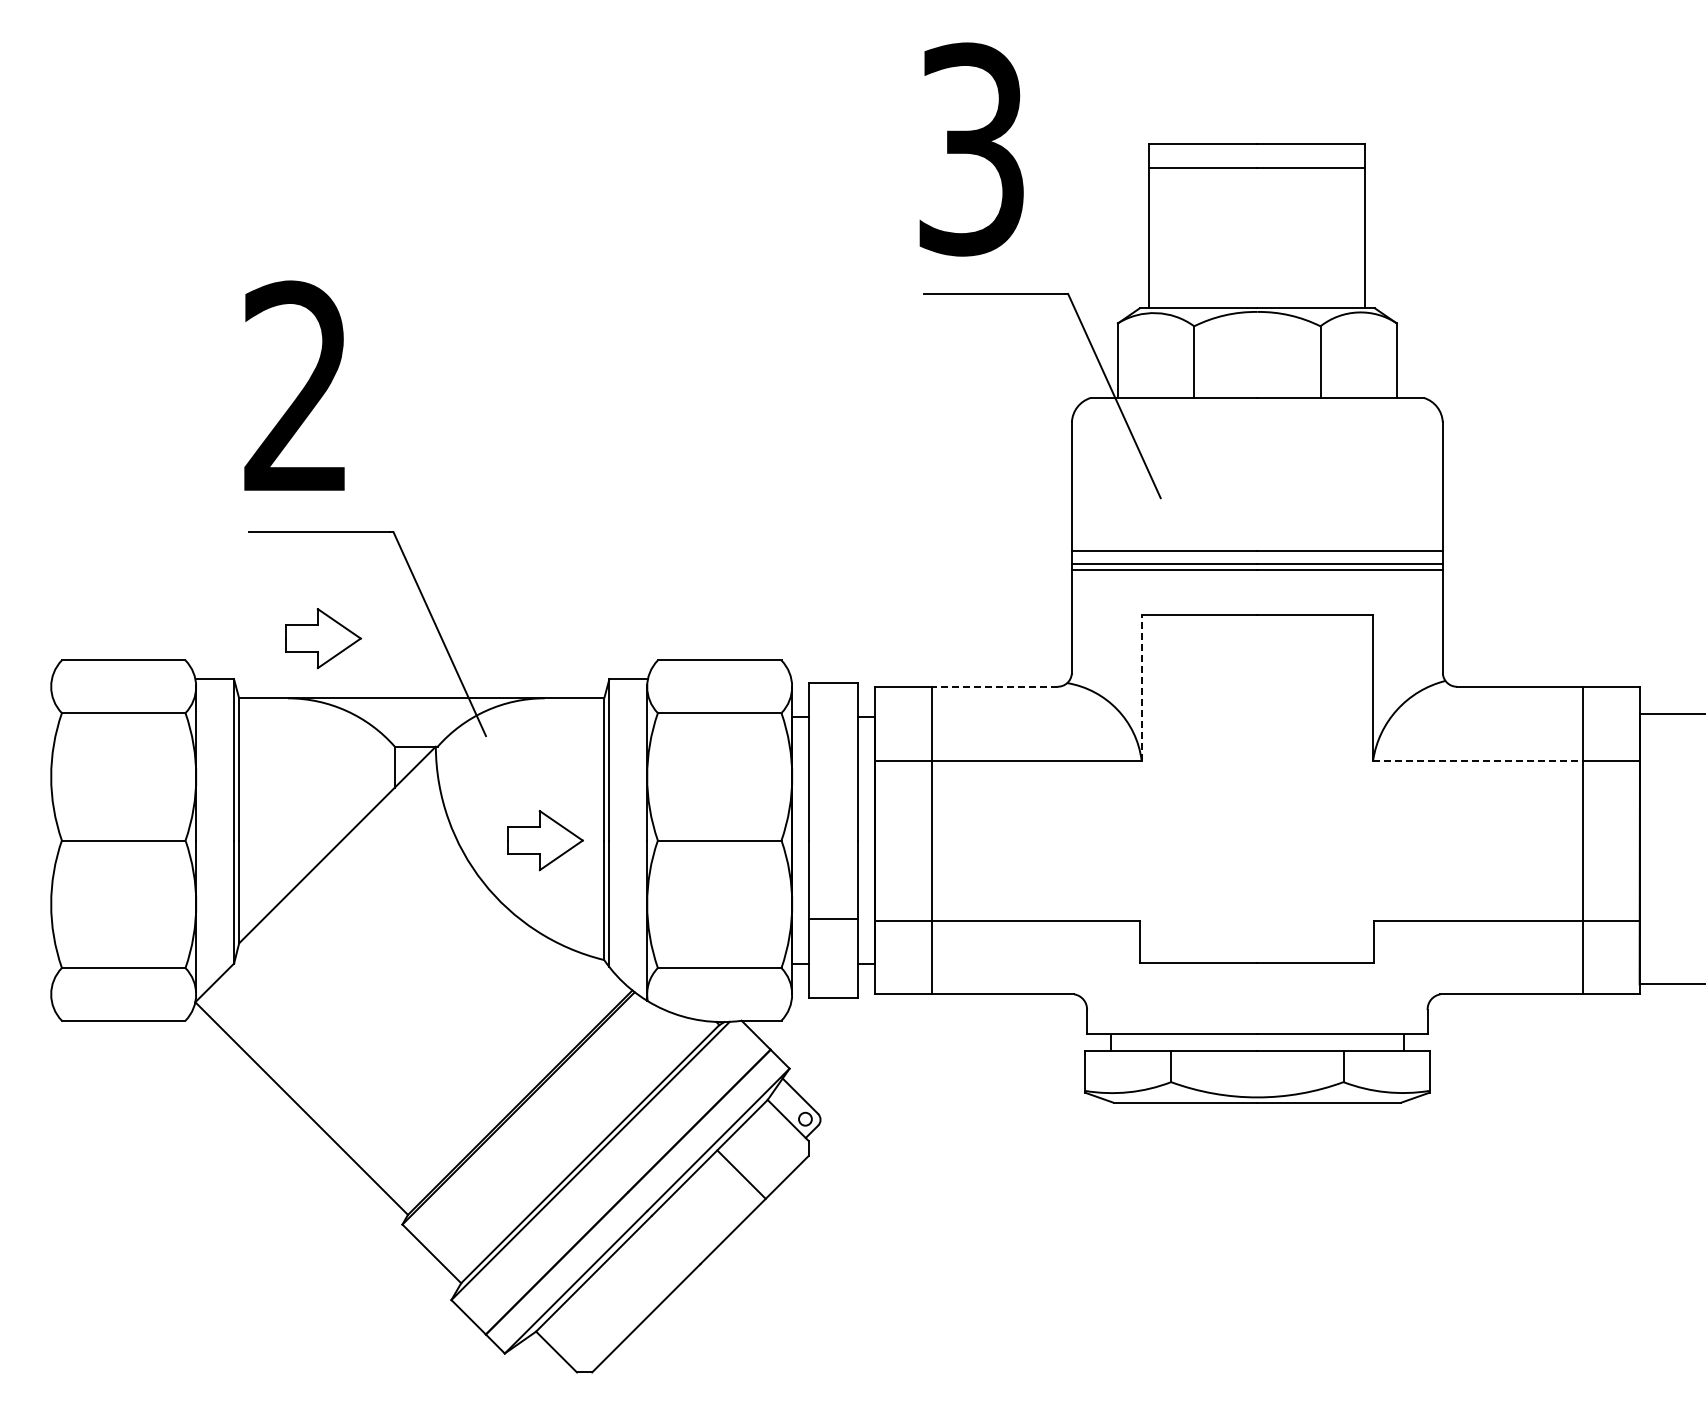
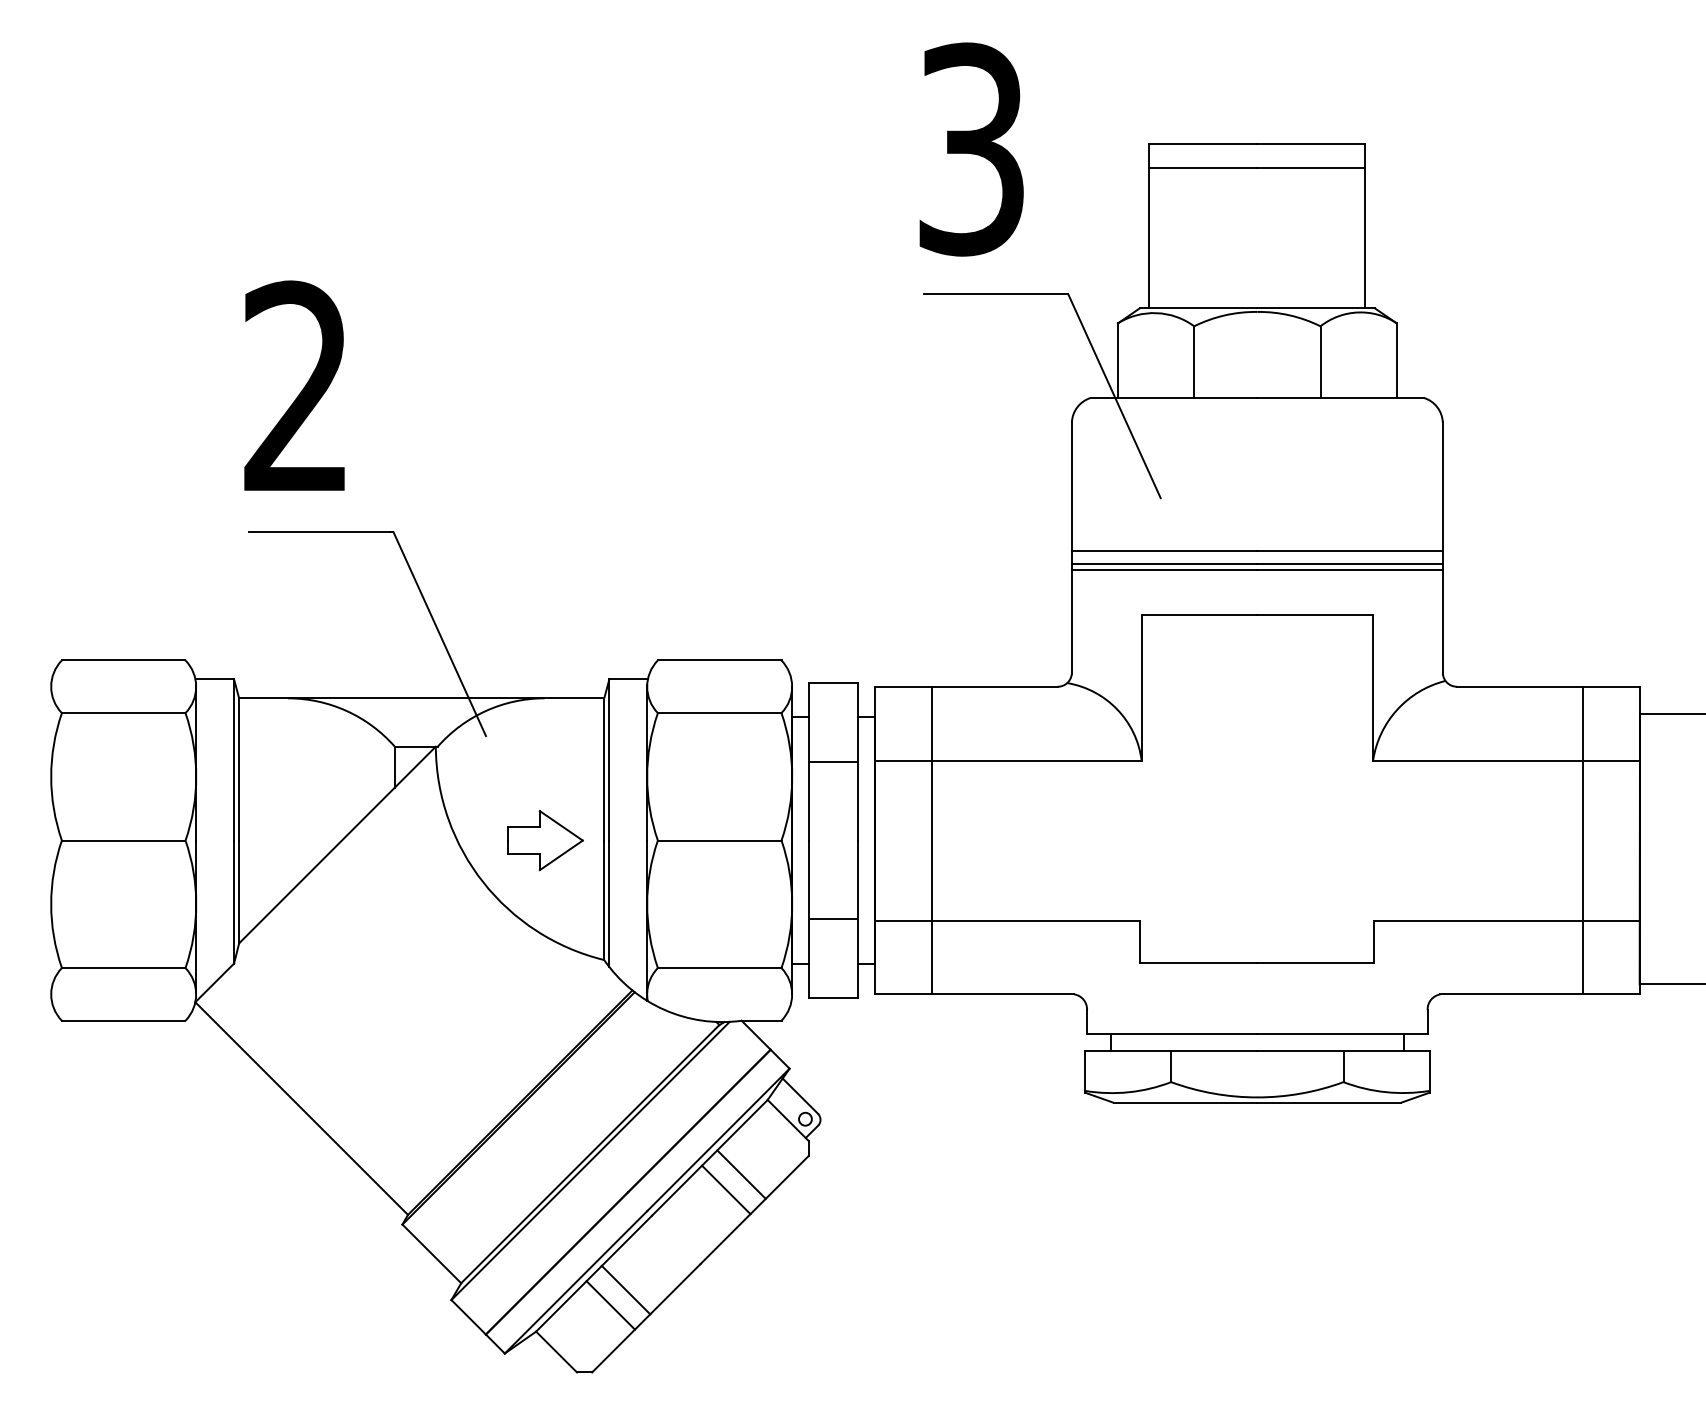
part at (323, 638): present -> none
line at (994, 686): dashed -> solid
line at (1141, 688): dashed -> solid
line at (1477, 760): dashed -> solid
line at (833, 761): none -> present
line at (726, 1189): none -> present
line at (625, 1289): none -> present
line at (610, 1305): none -> present
